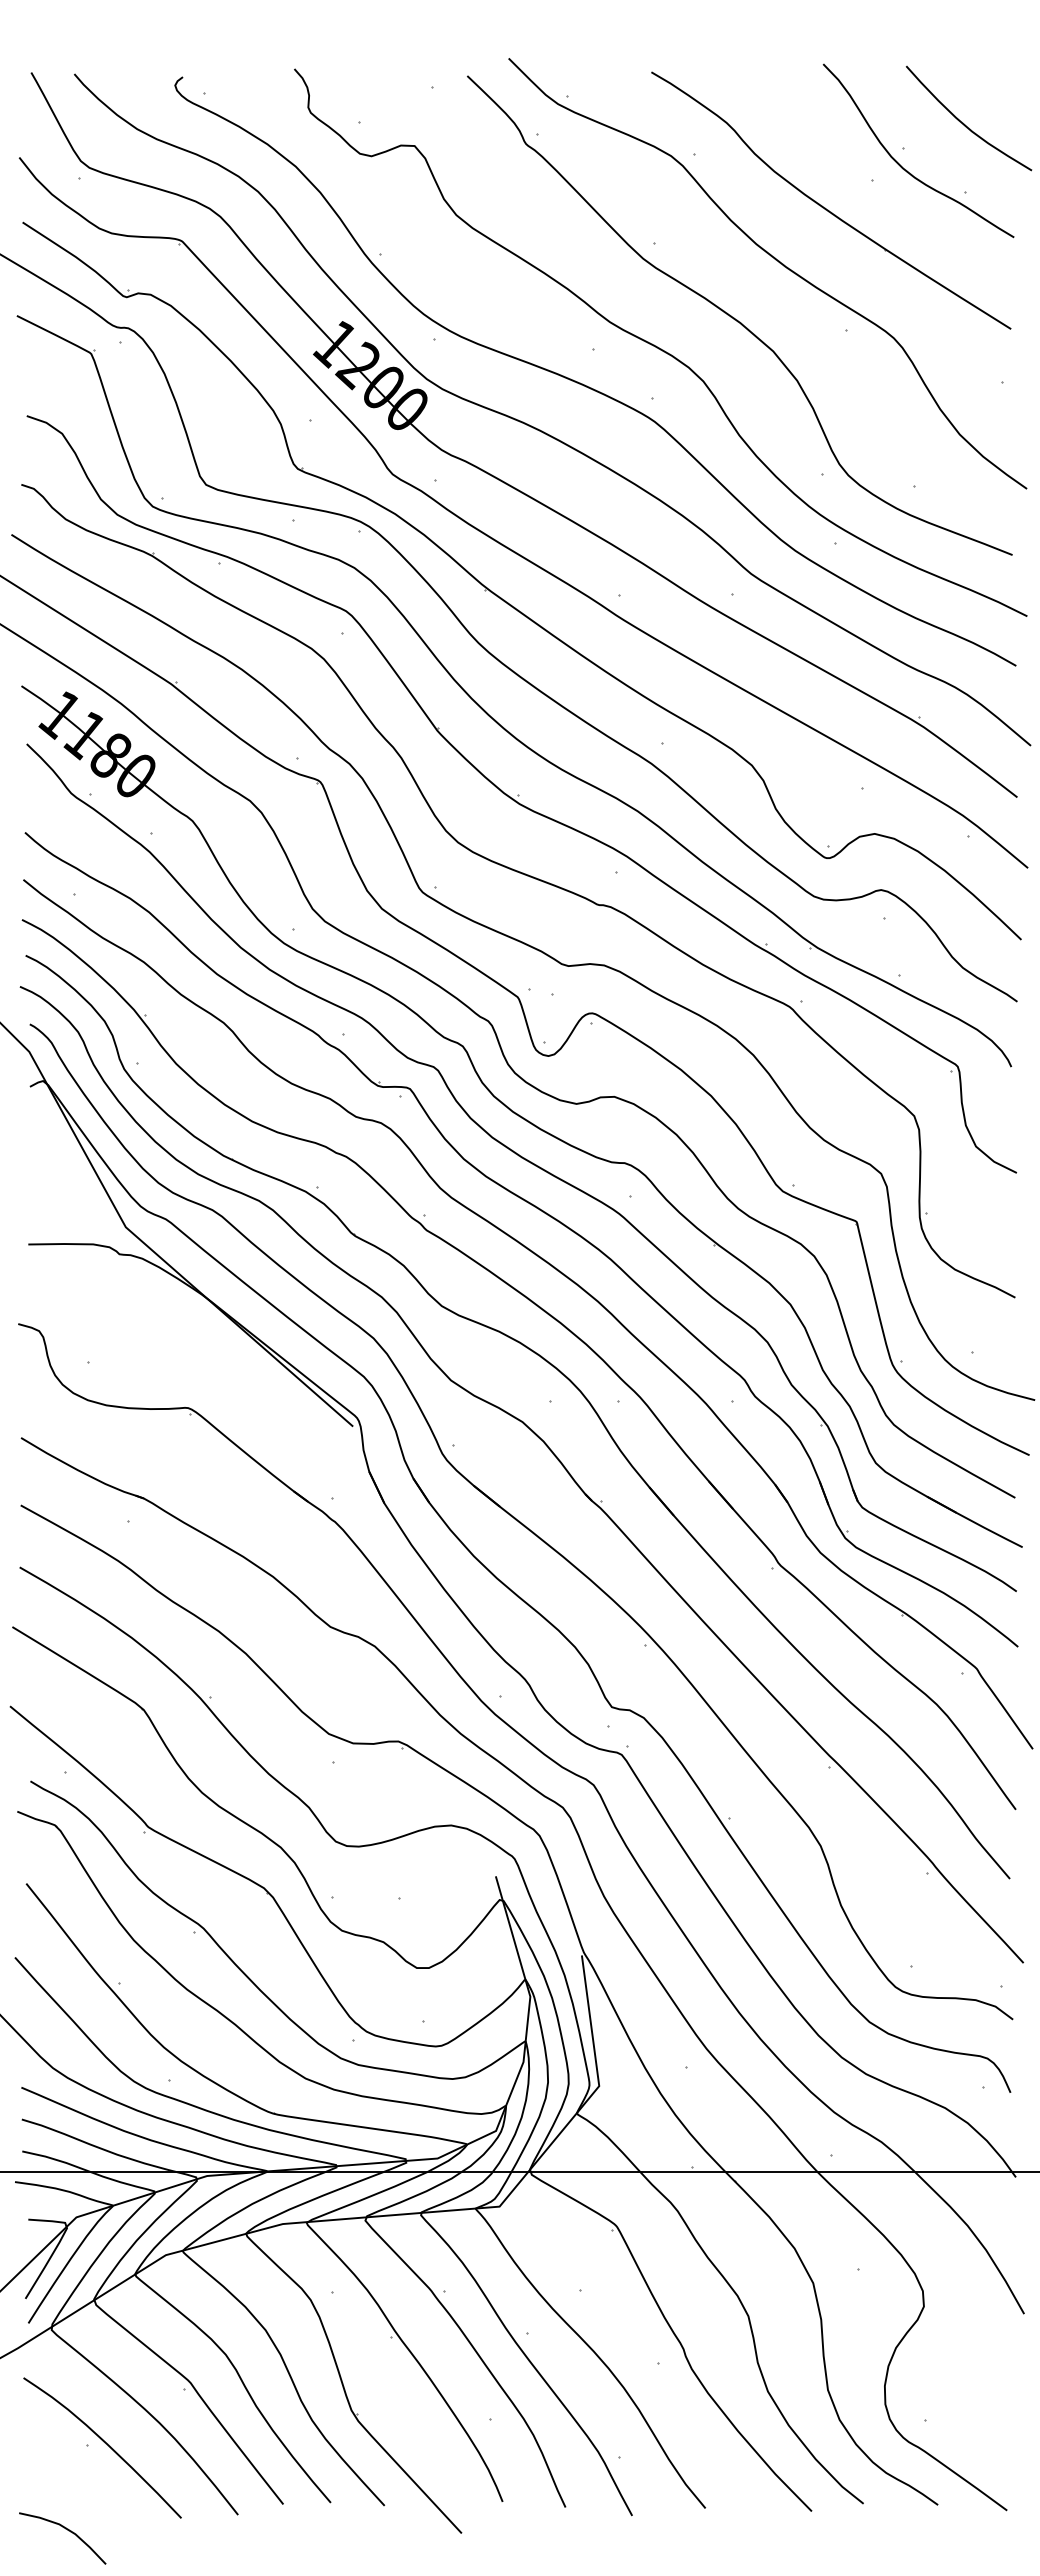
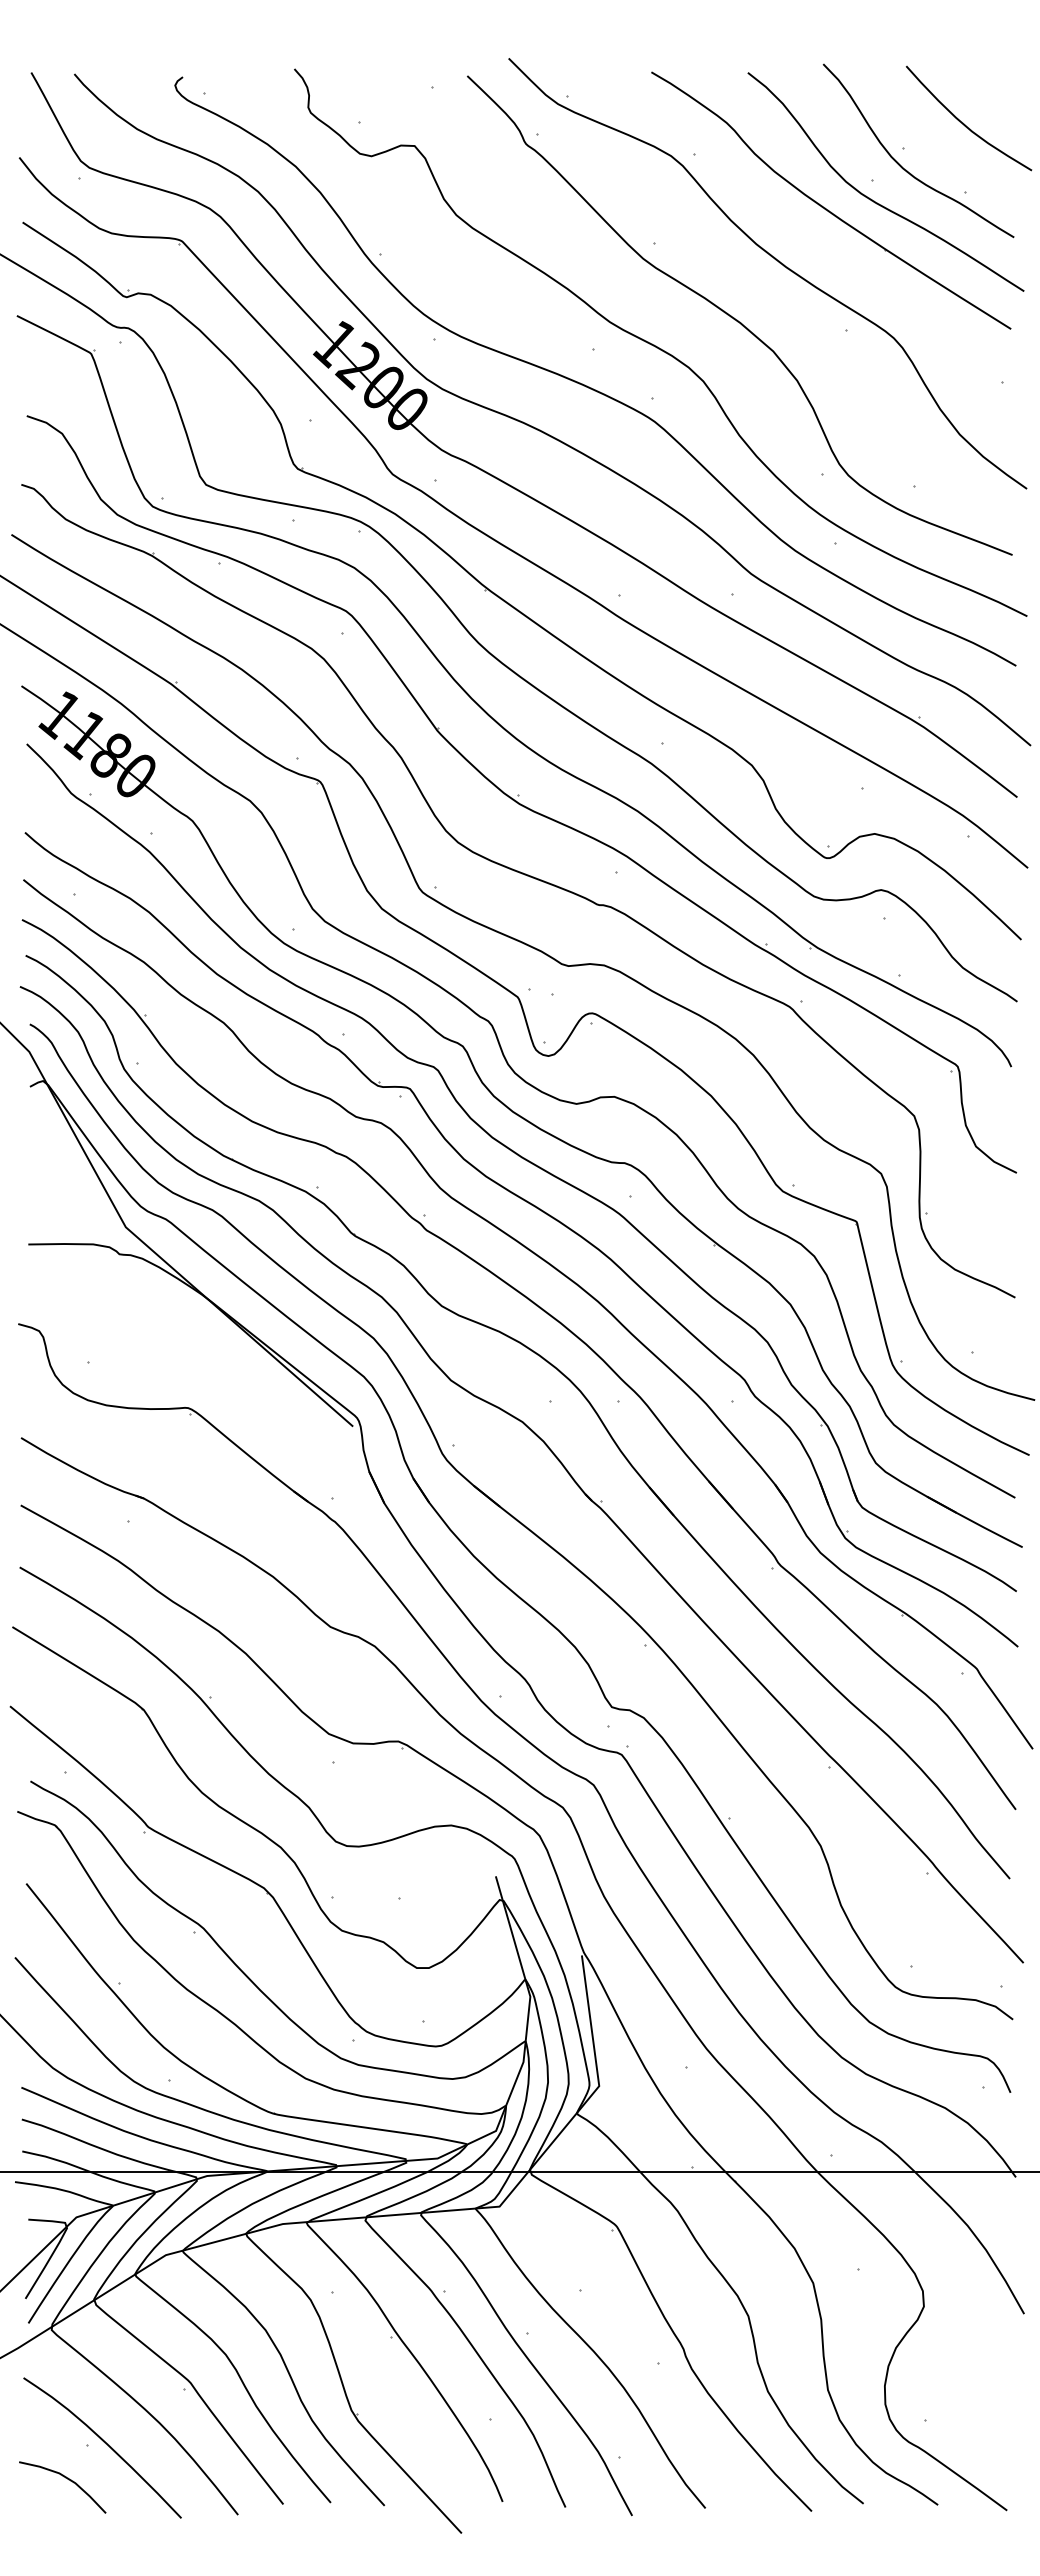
curve at (874, 200): none -> present
curve at (68, 2531) position: (68, 2531) -> (68, 2480)
